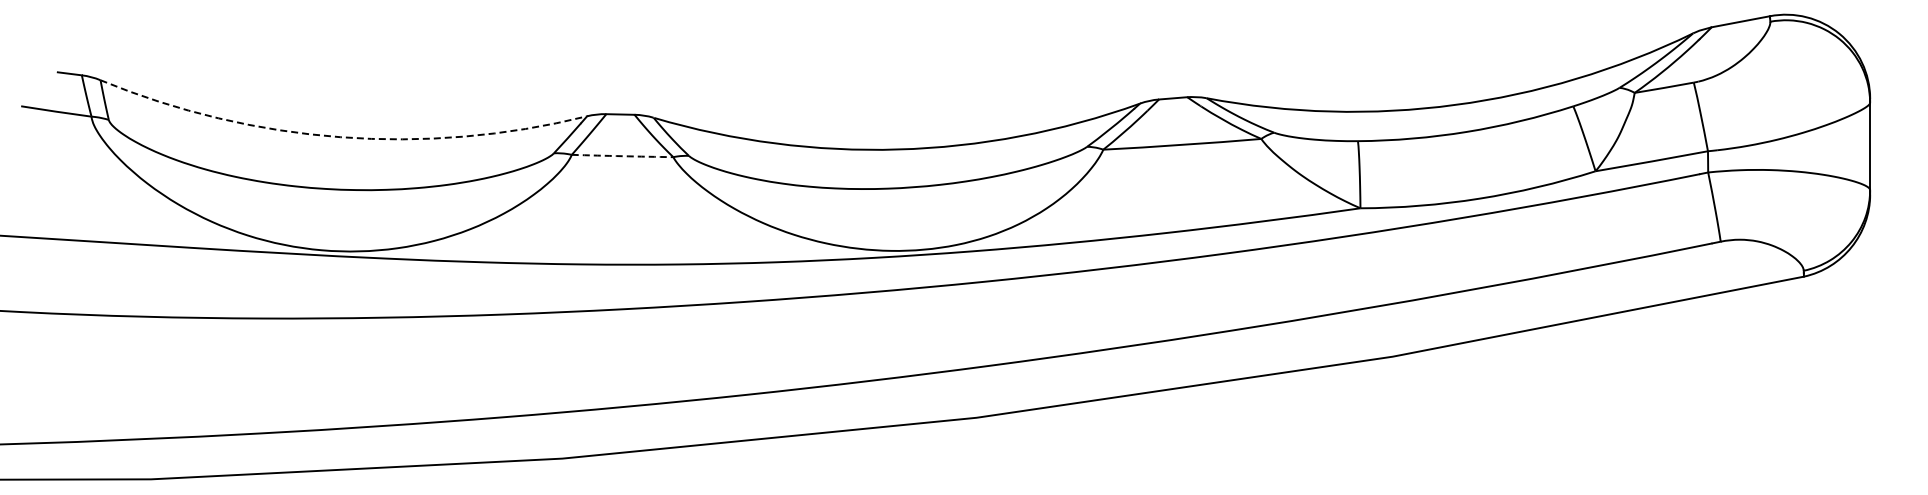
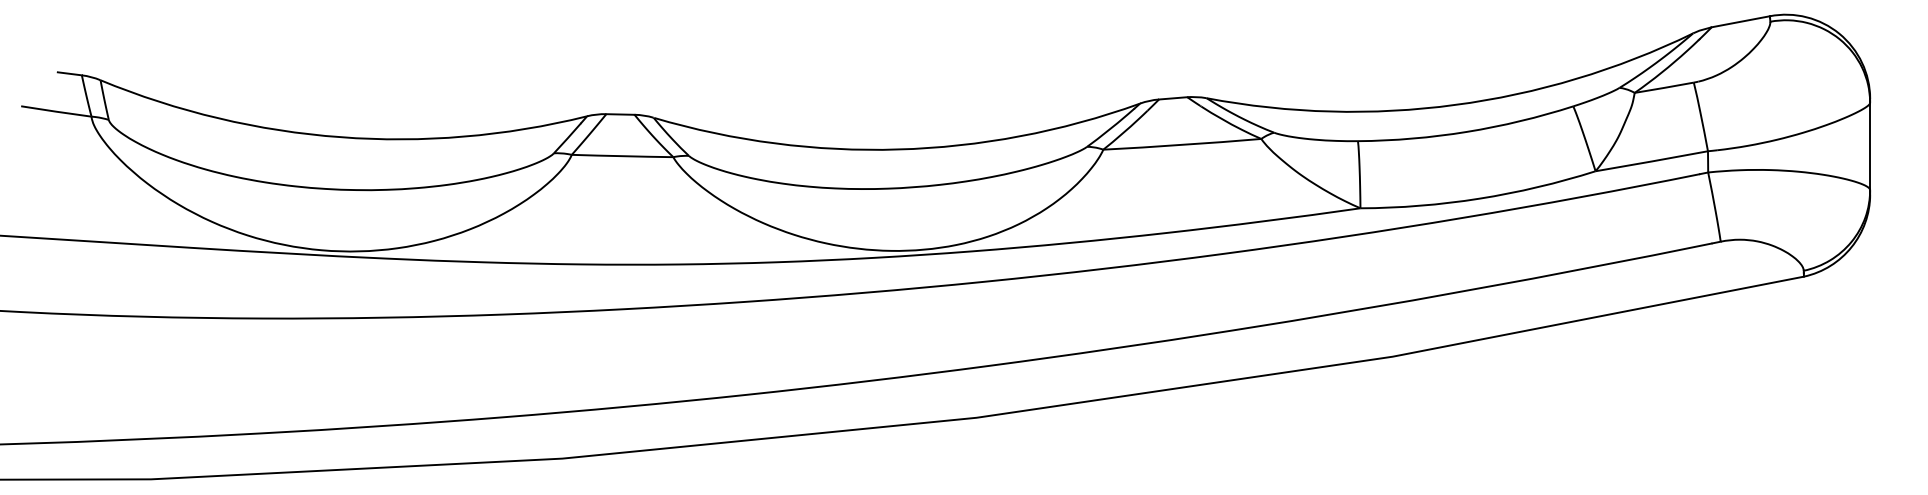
arc at (340, 137): dashed -> solid
arc at (622, 156): dashed -> solid
